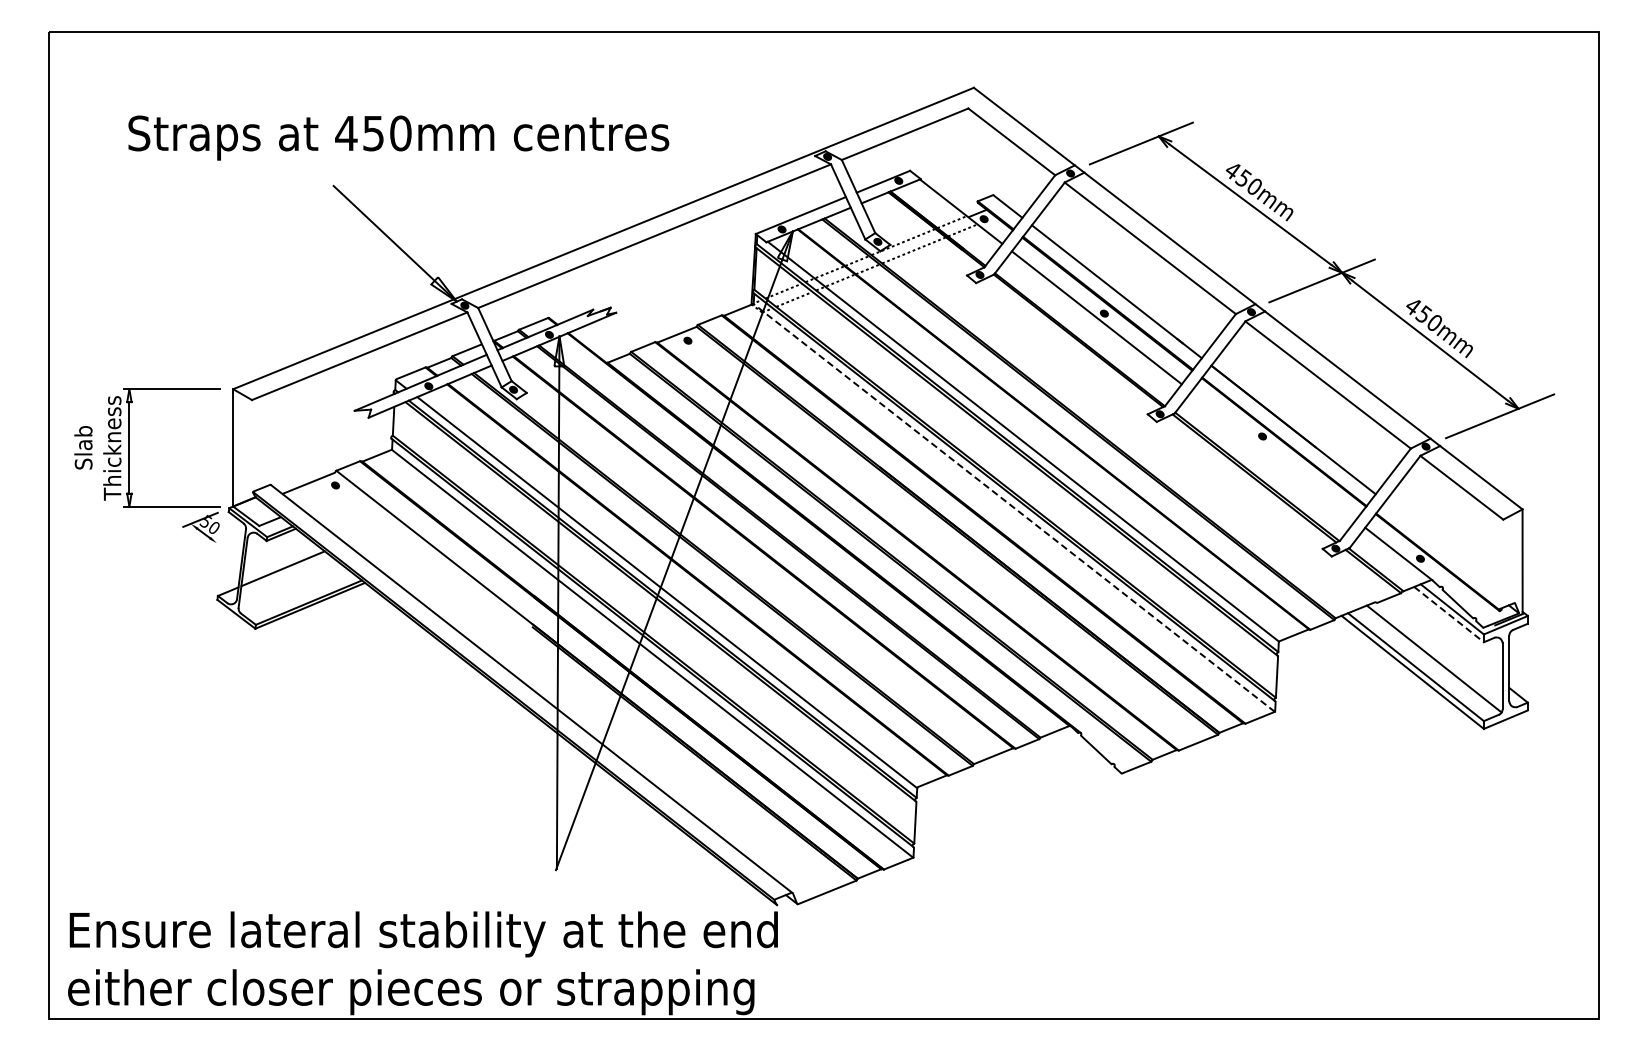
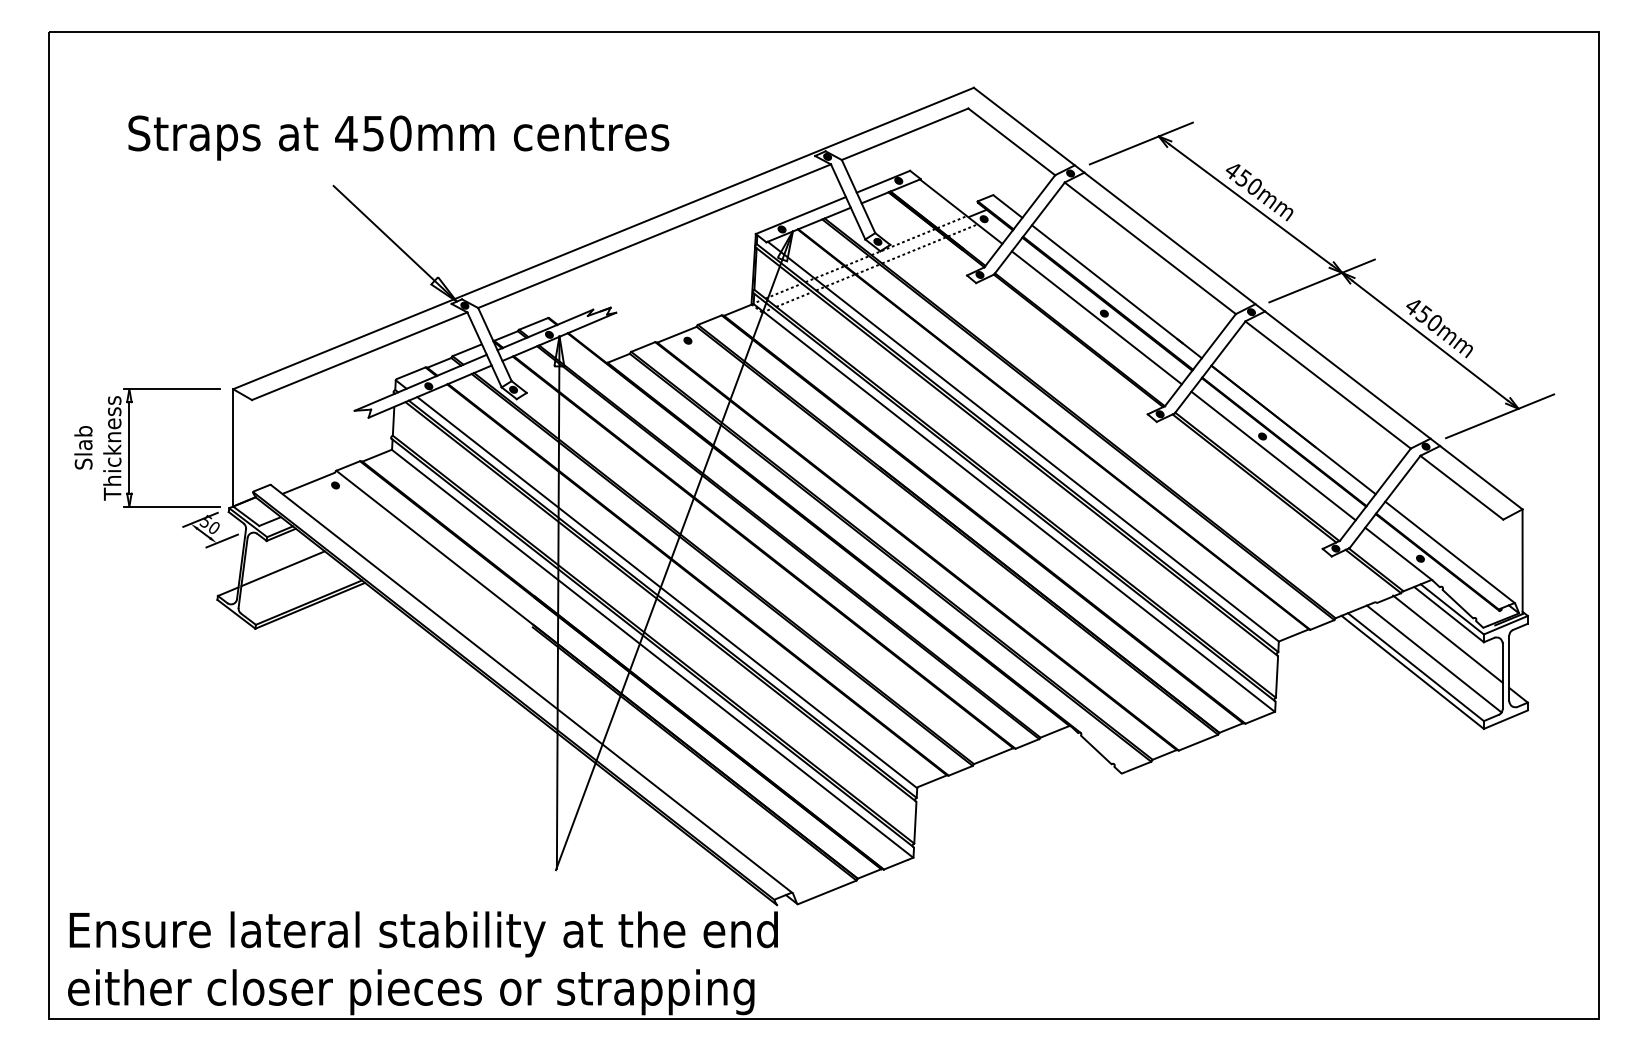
line at (1273, 455): none -> present
line at (1013, 507): dashed -> solid
line at (221, 540): none -> present
line at (1449, 552): none -> present
line at (1449, 614): dashed -> solid
line at (1447, 638): none -> present
